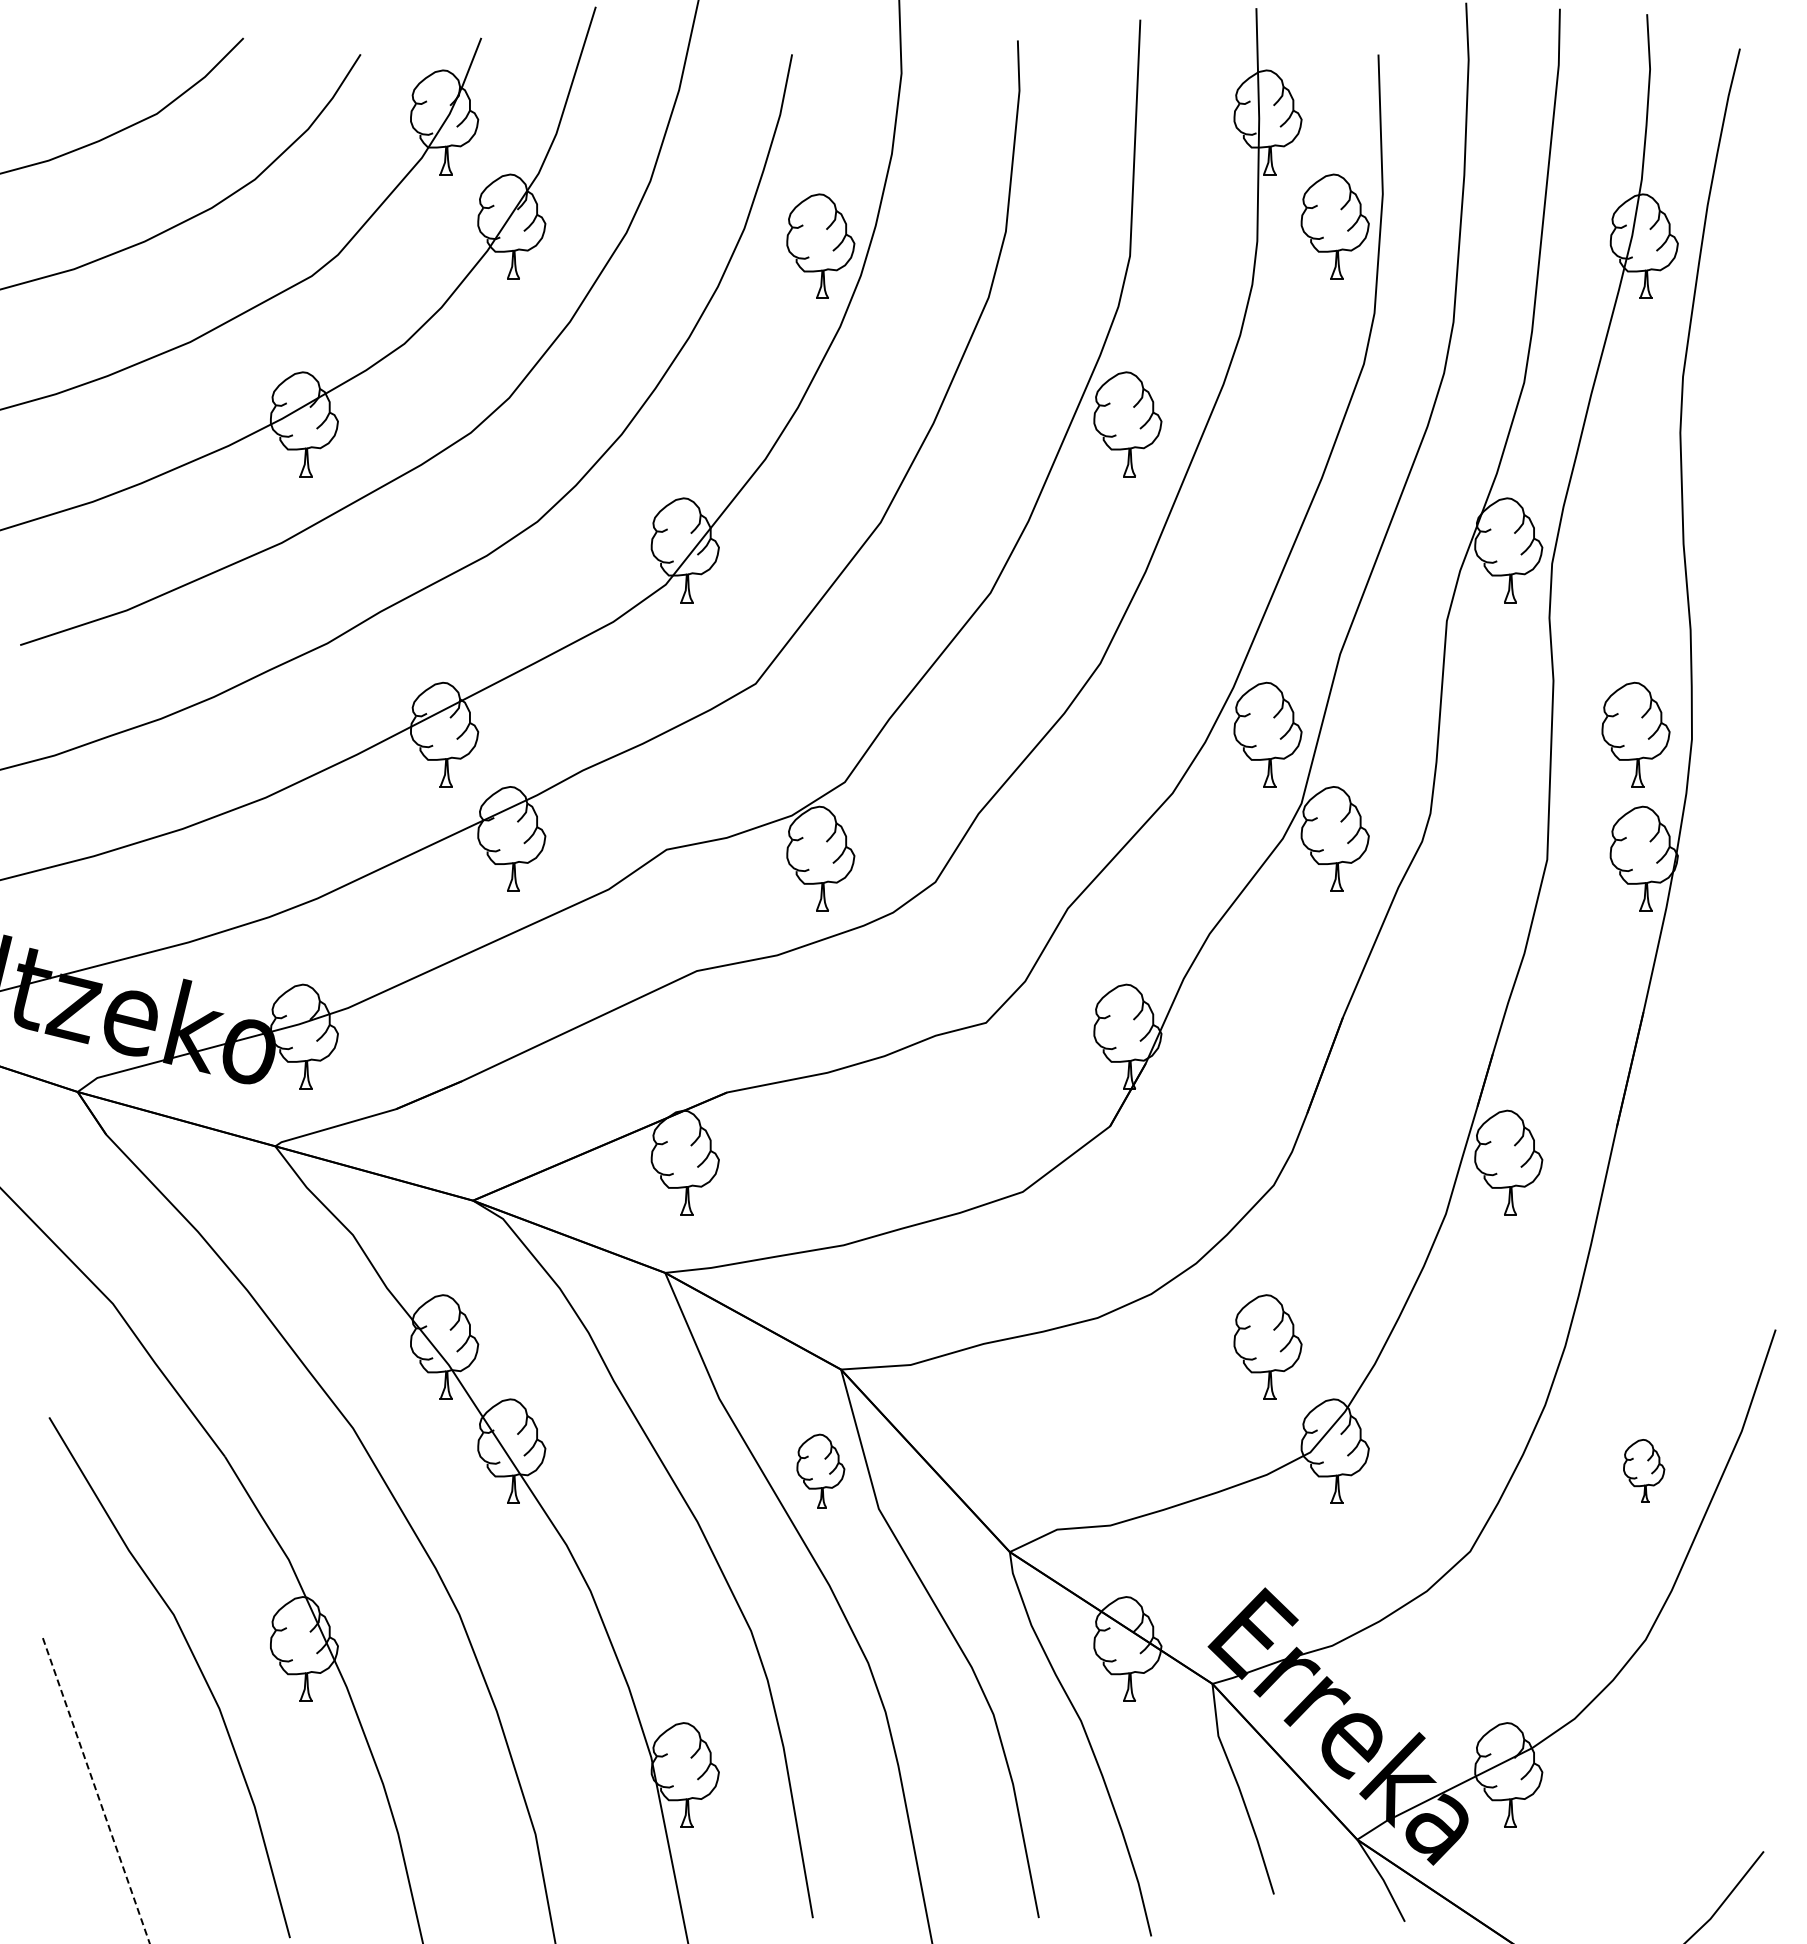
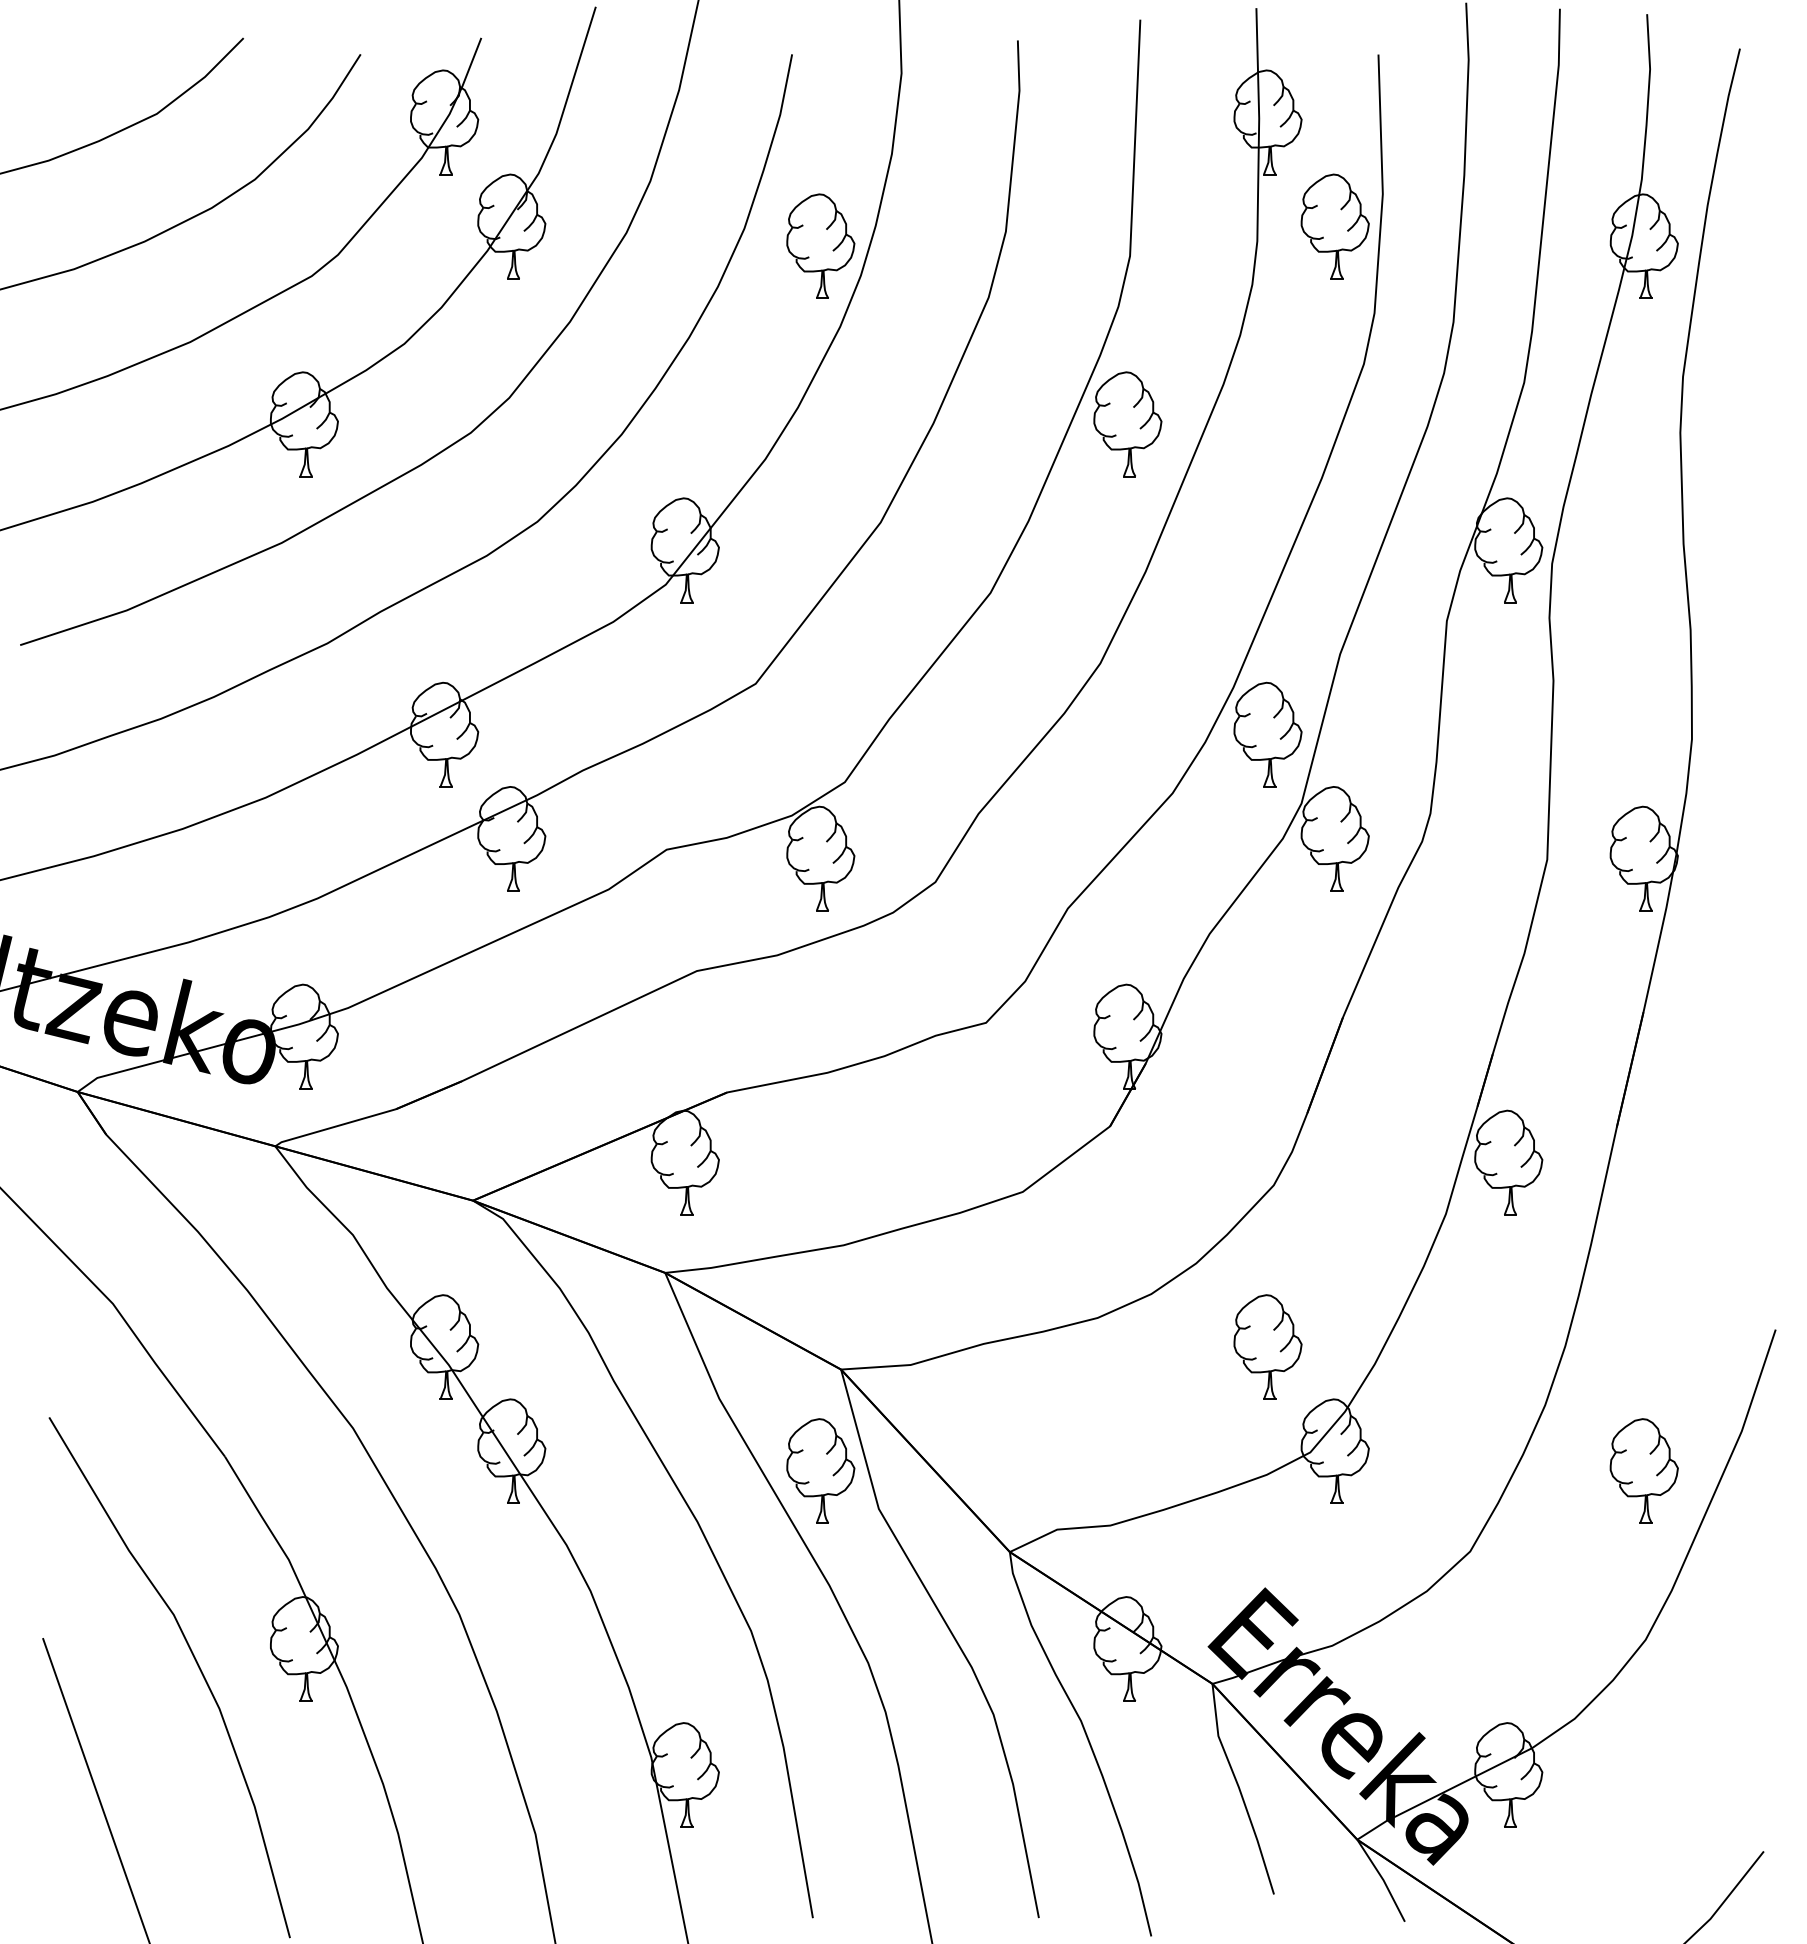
part at (1635, 734): present -> none
part at (820, 1470) size: 50x76 px -> 70x106 px
part at (1644, 1470) size: 43x64 px -> 70x106 px
line at (96, 1790): dashed -> solid
